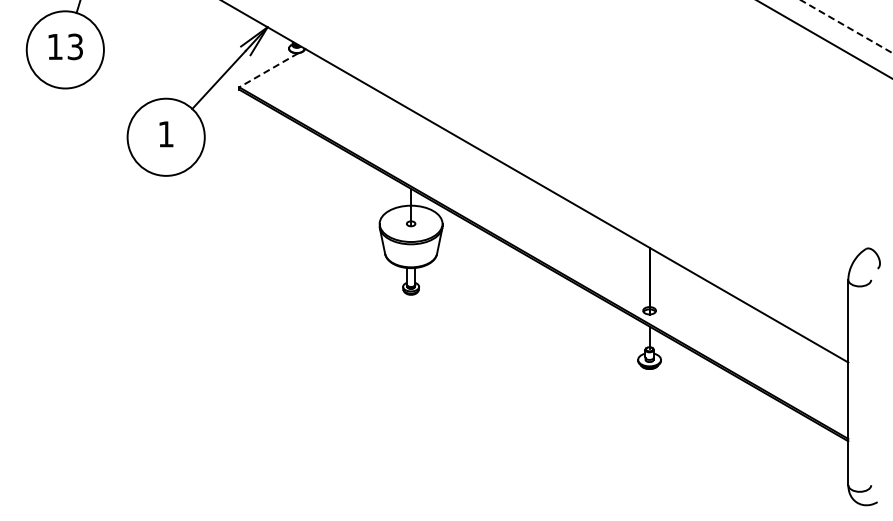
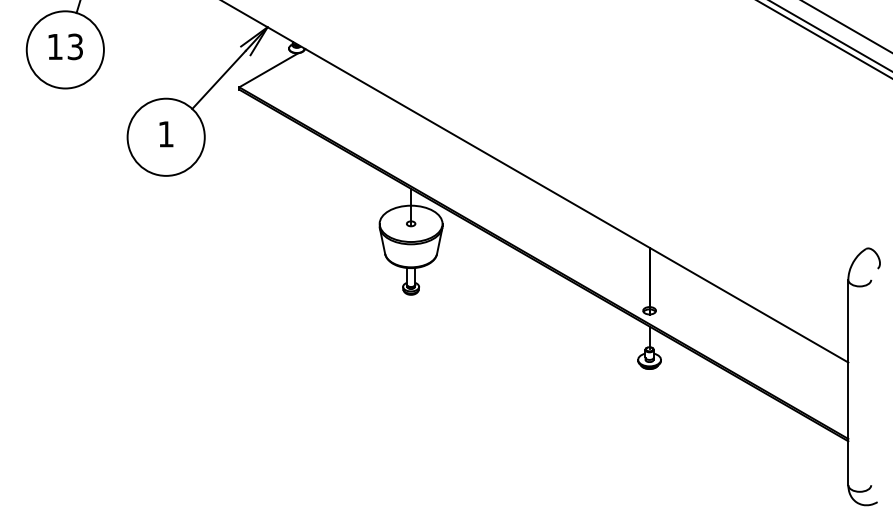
line at (846, 26): dashed -> solid
line at (830, 36): none -> present
line at (268, 70): dashed -> solid
